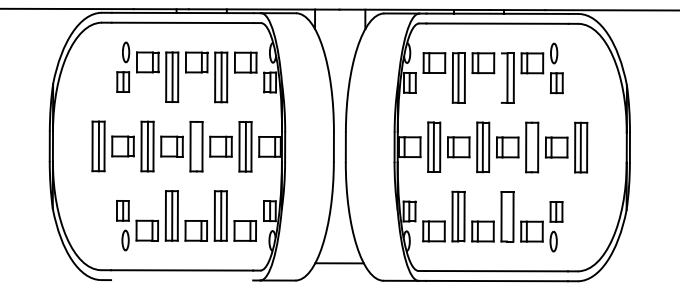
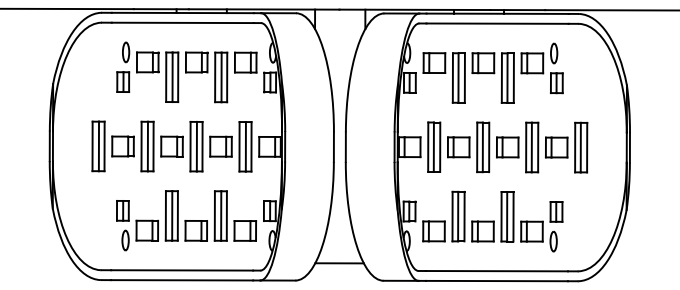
line at (501, 77): none -> present
line at (196, 146): none -> present
line at (531, 147): none -> present
line at (507, 216): none -> present
line at (182, 280): none -> present
